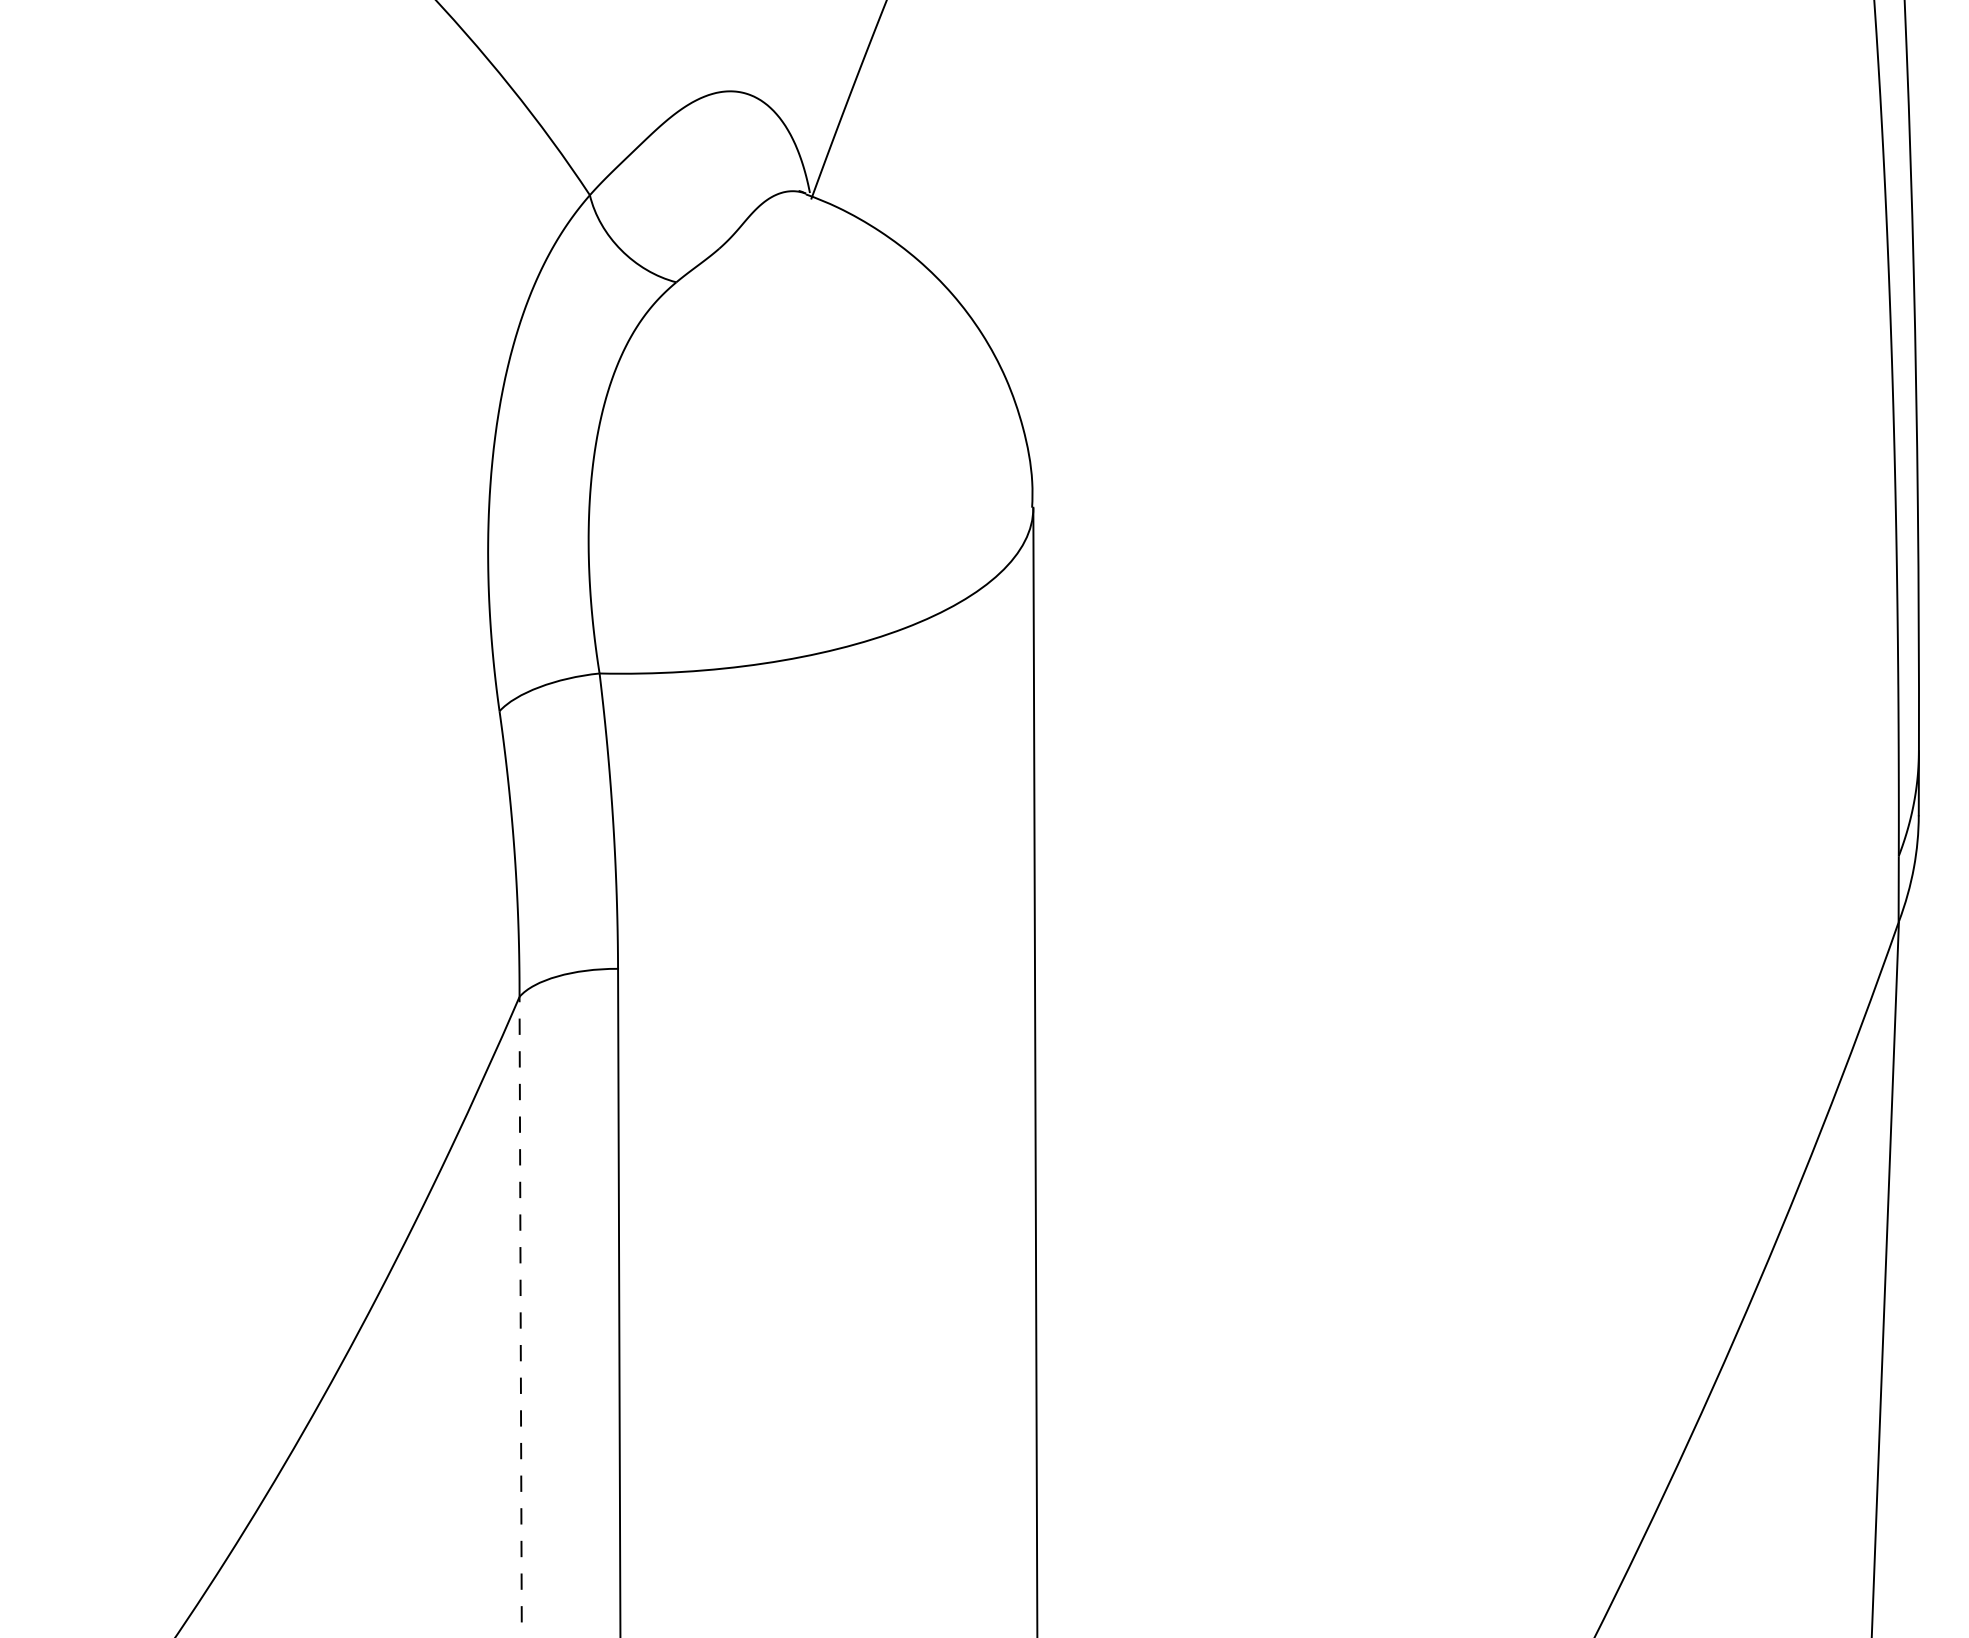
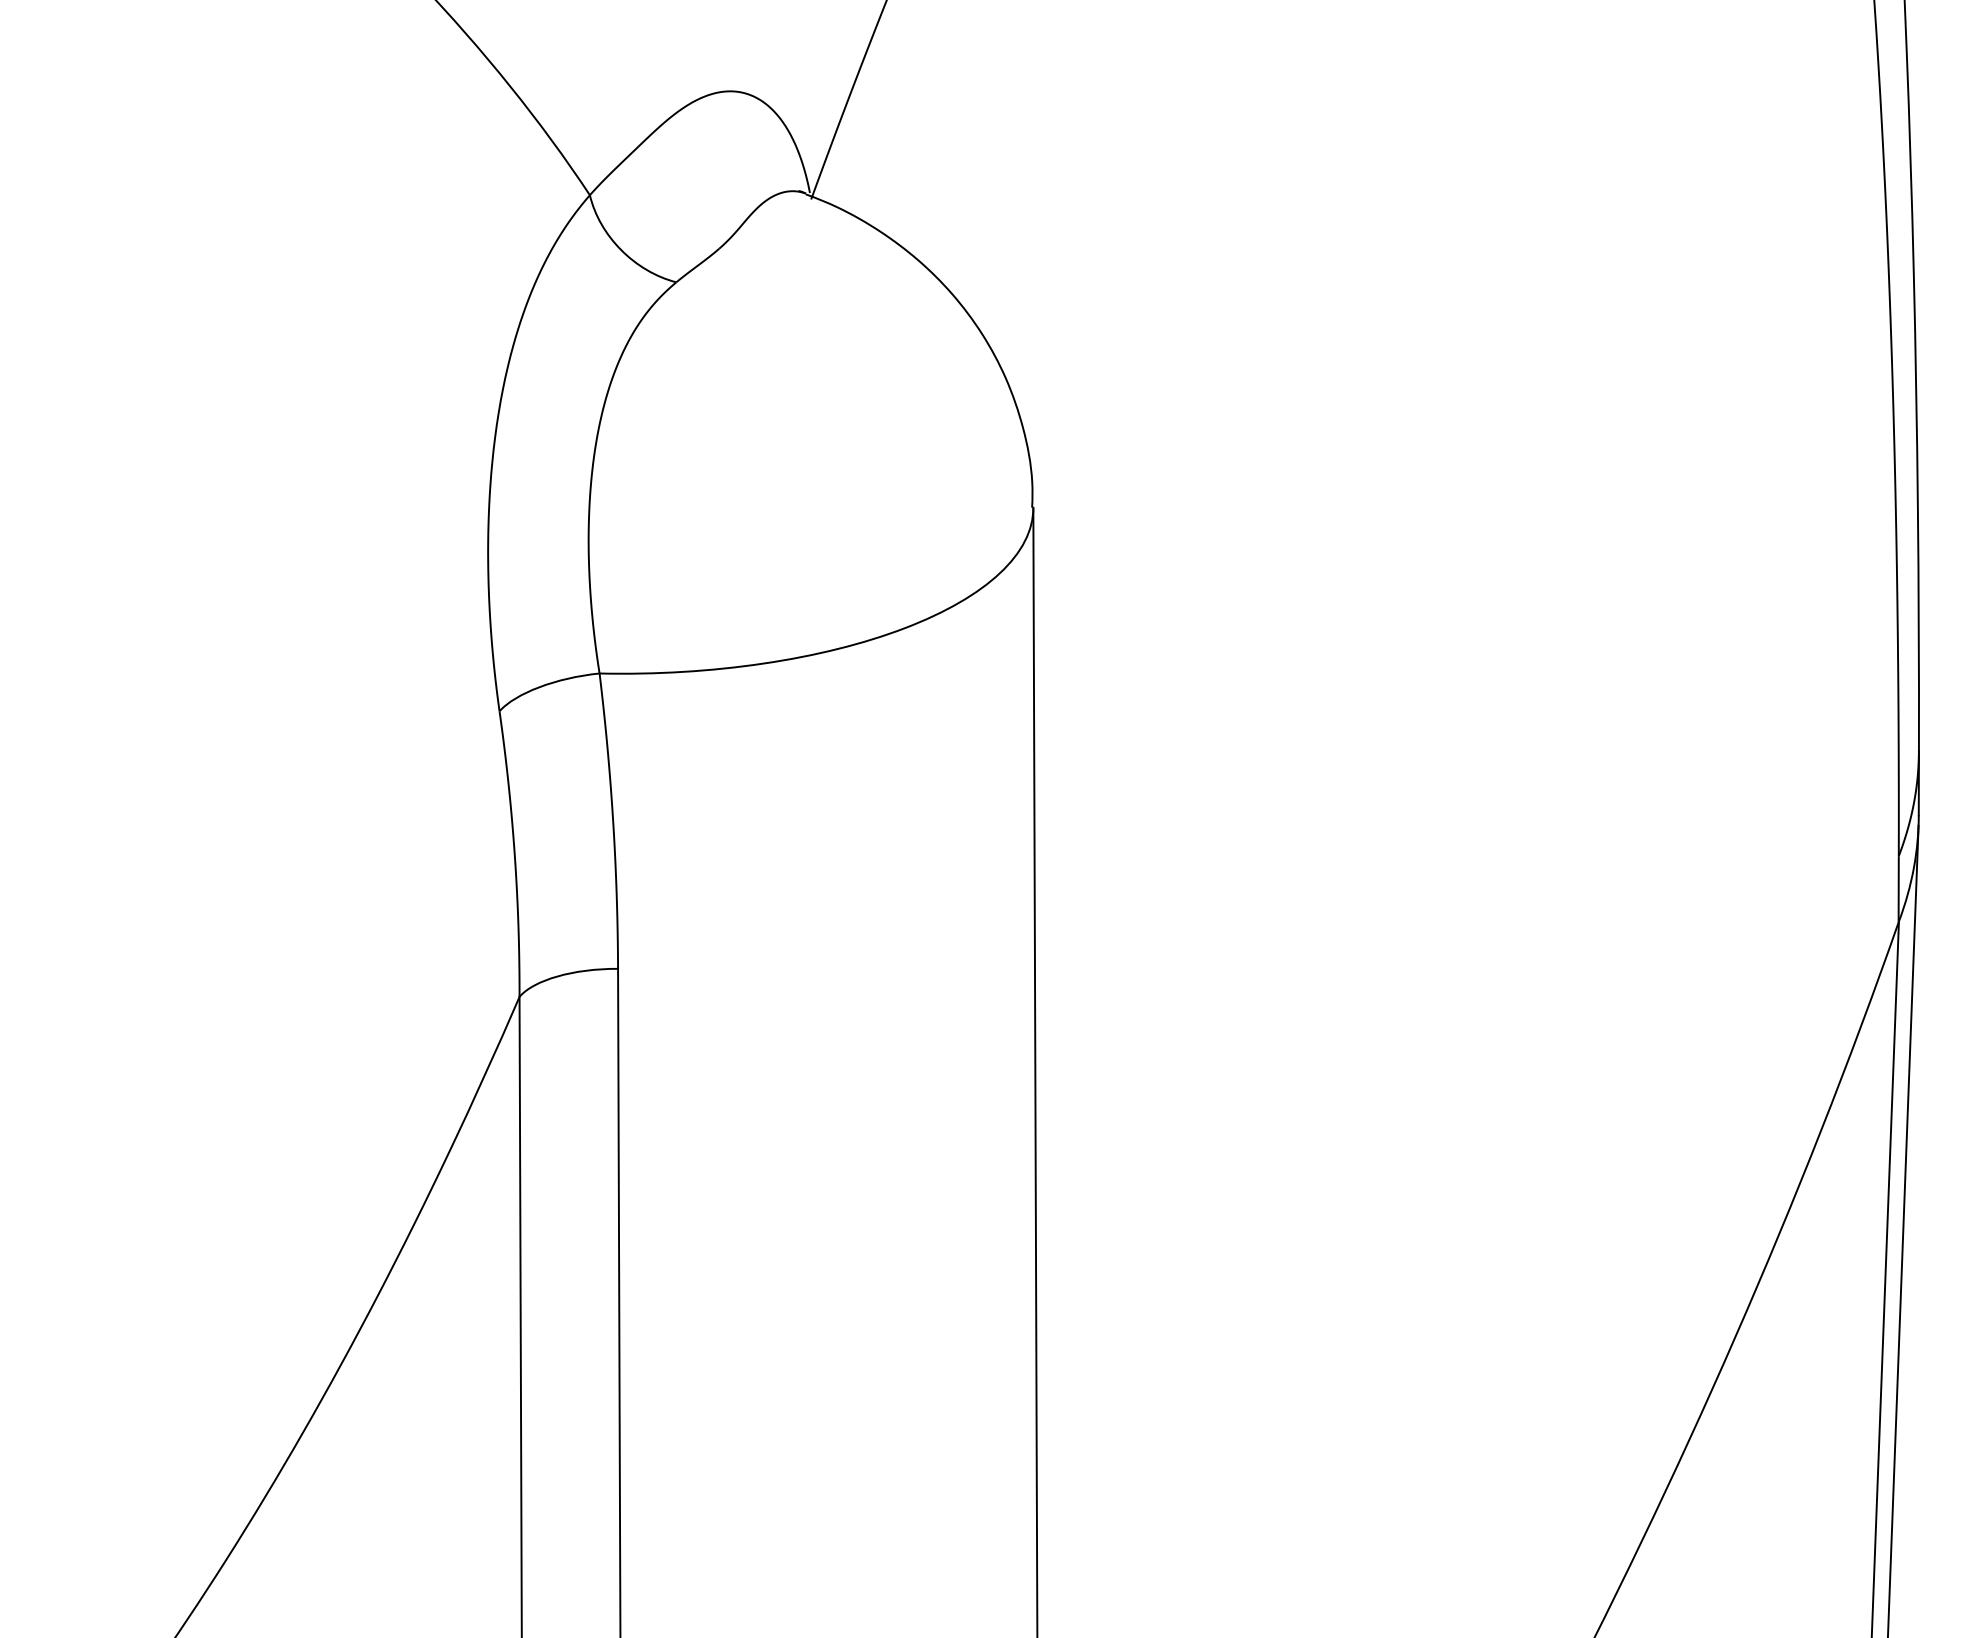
line at (1903, 1229): none -> present
line at (520, 1316): dashed -> solid
